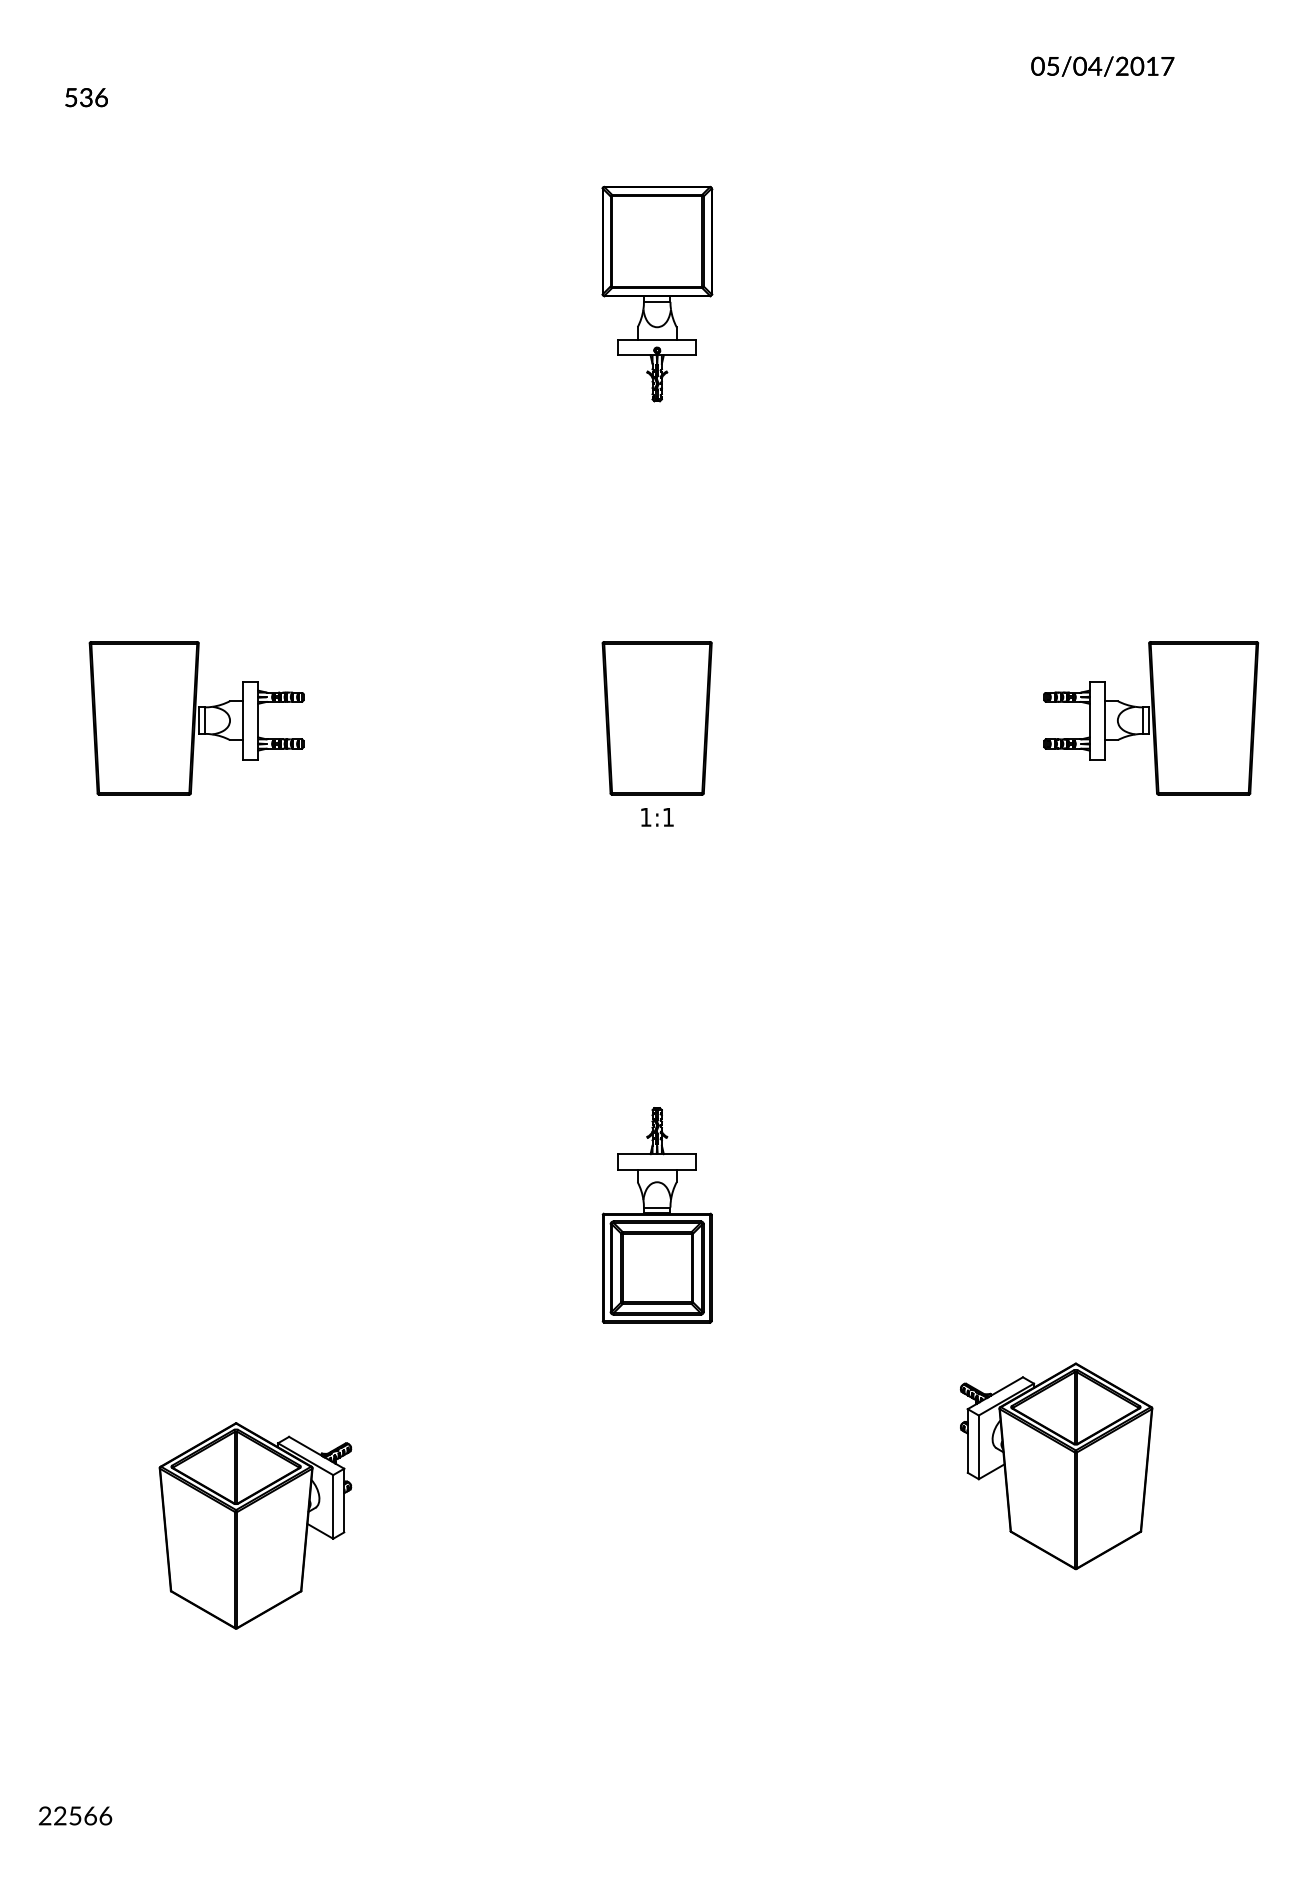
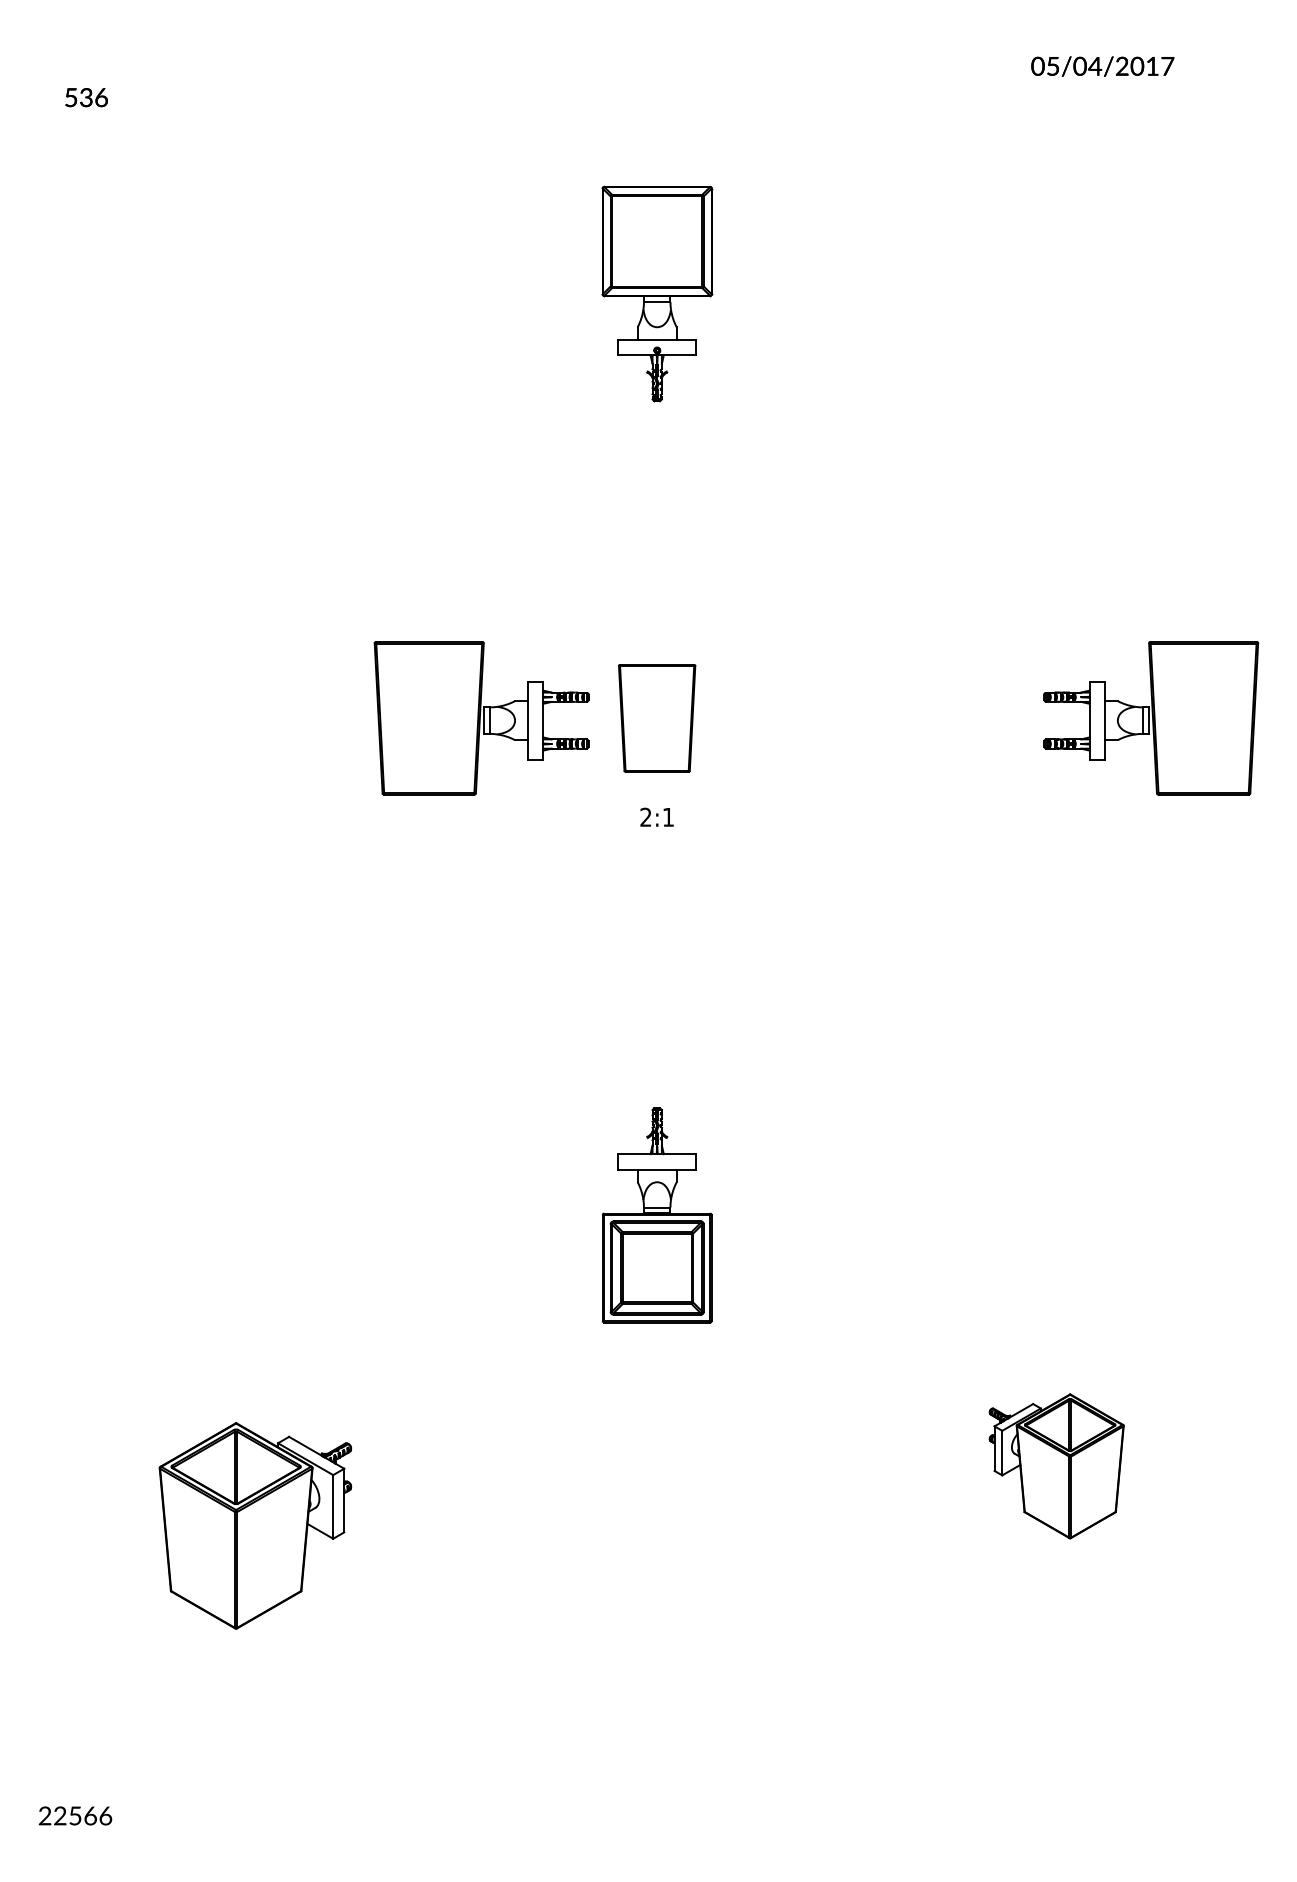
part at (196, 718) position: (196, 718) -> (481, 718)
part at (656, 718) size: 112x155 px -> 79x109 px
text at (645, 816): 1:1 -> 2:1
part at (1056, 1466) size: 194x209 px -> 137x147 px
